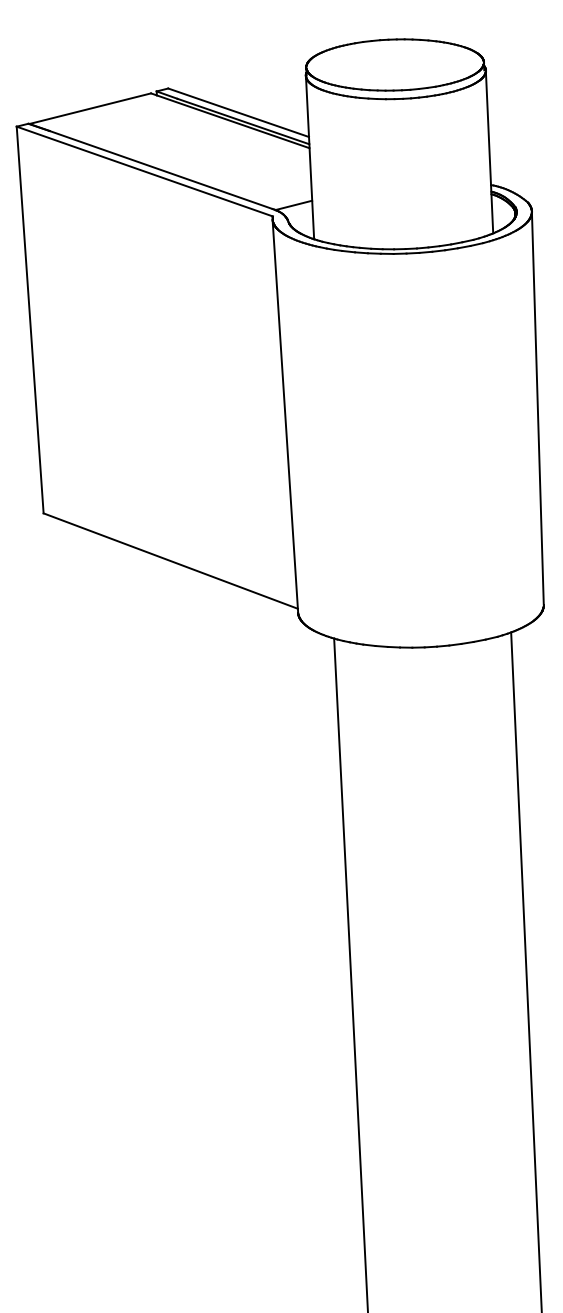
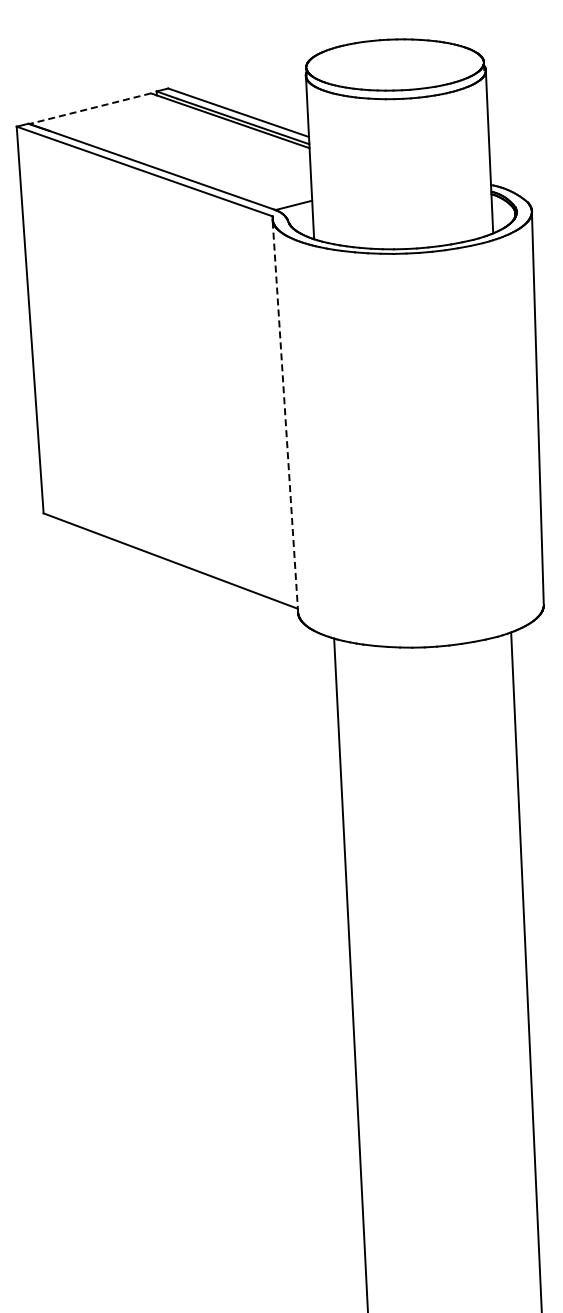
line at (90, 108): solid -> dashed
line at (285, 416): solid -> dashed
